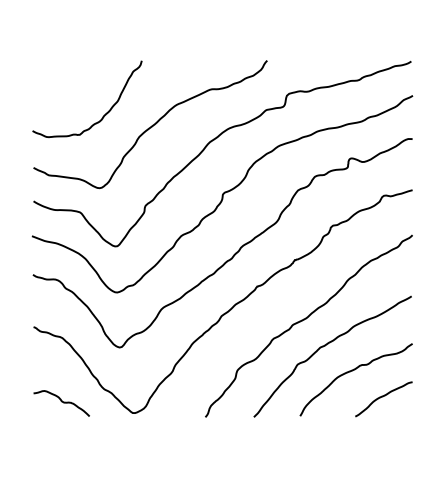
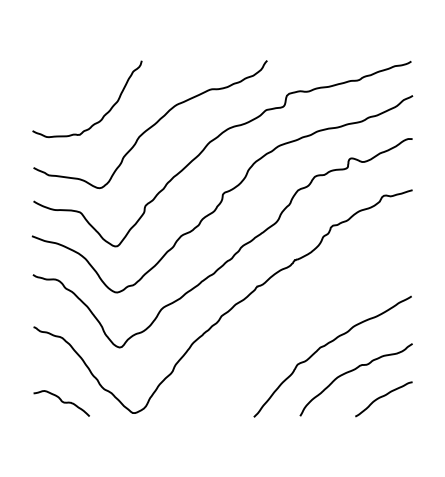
curve at (306, 319): present -> none
